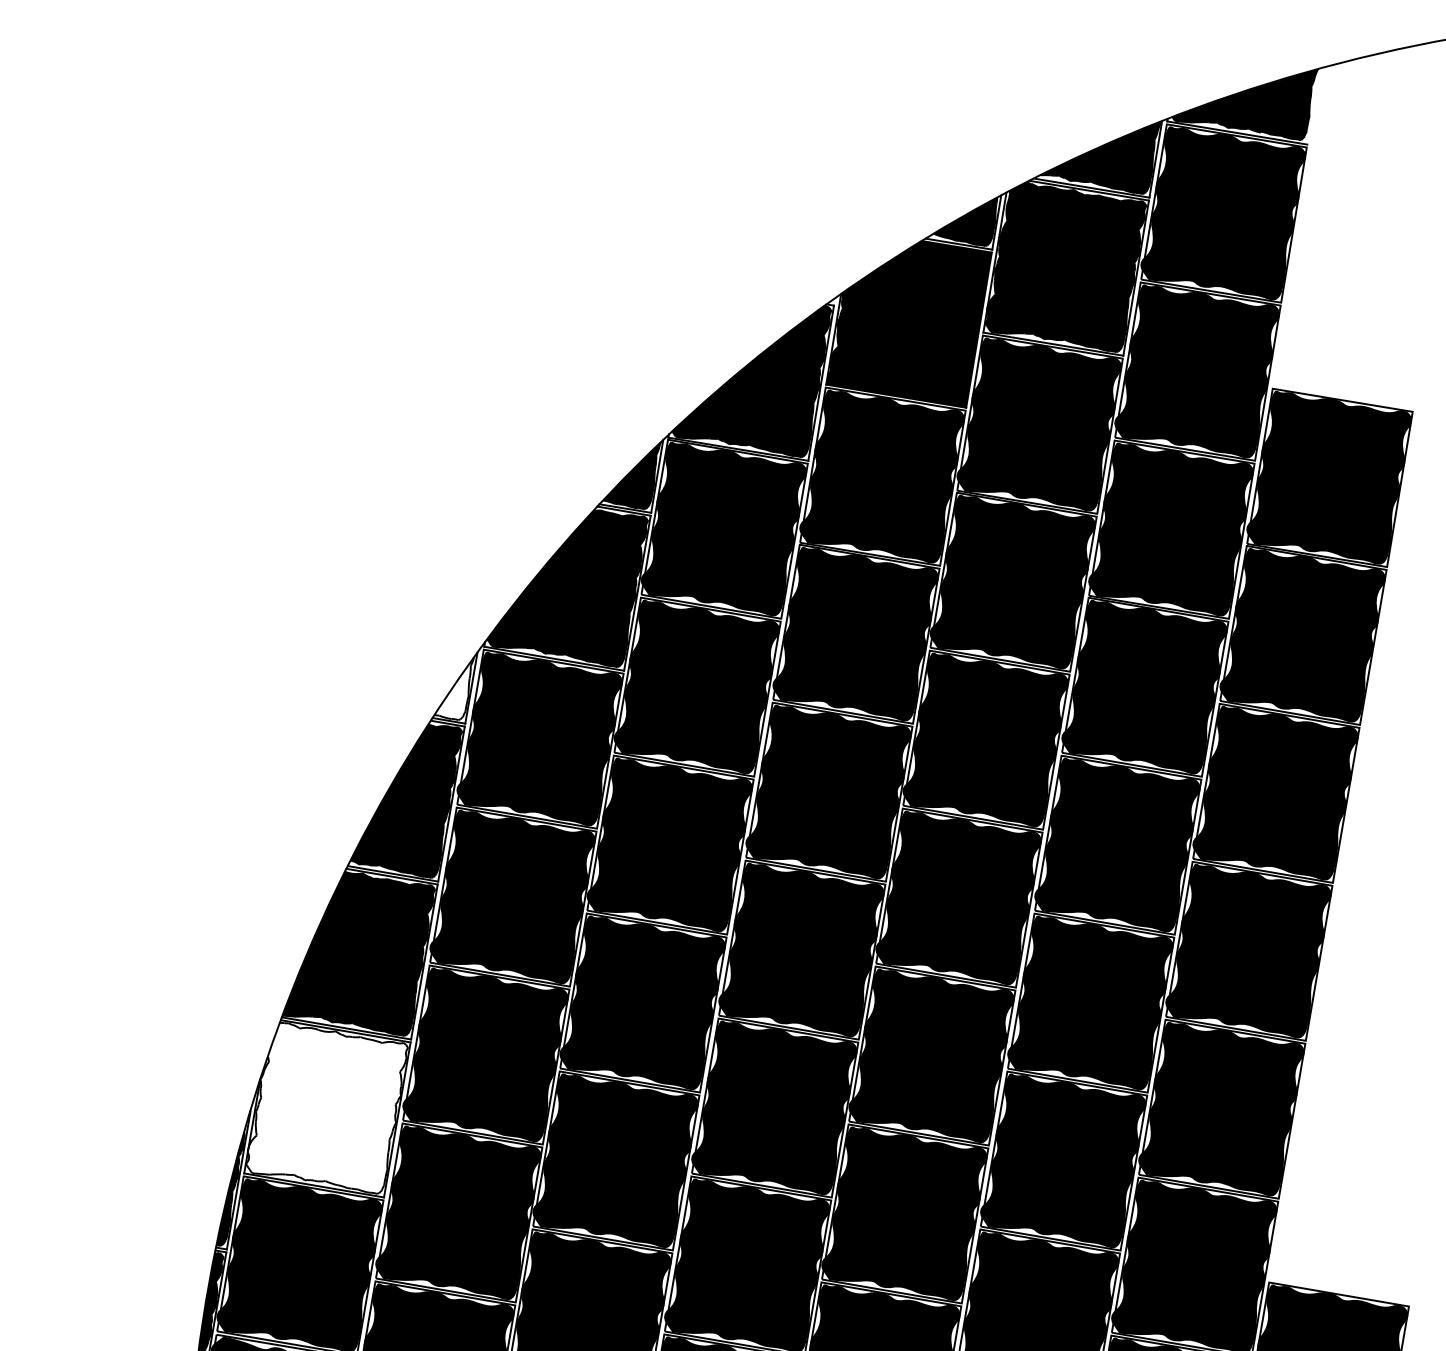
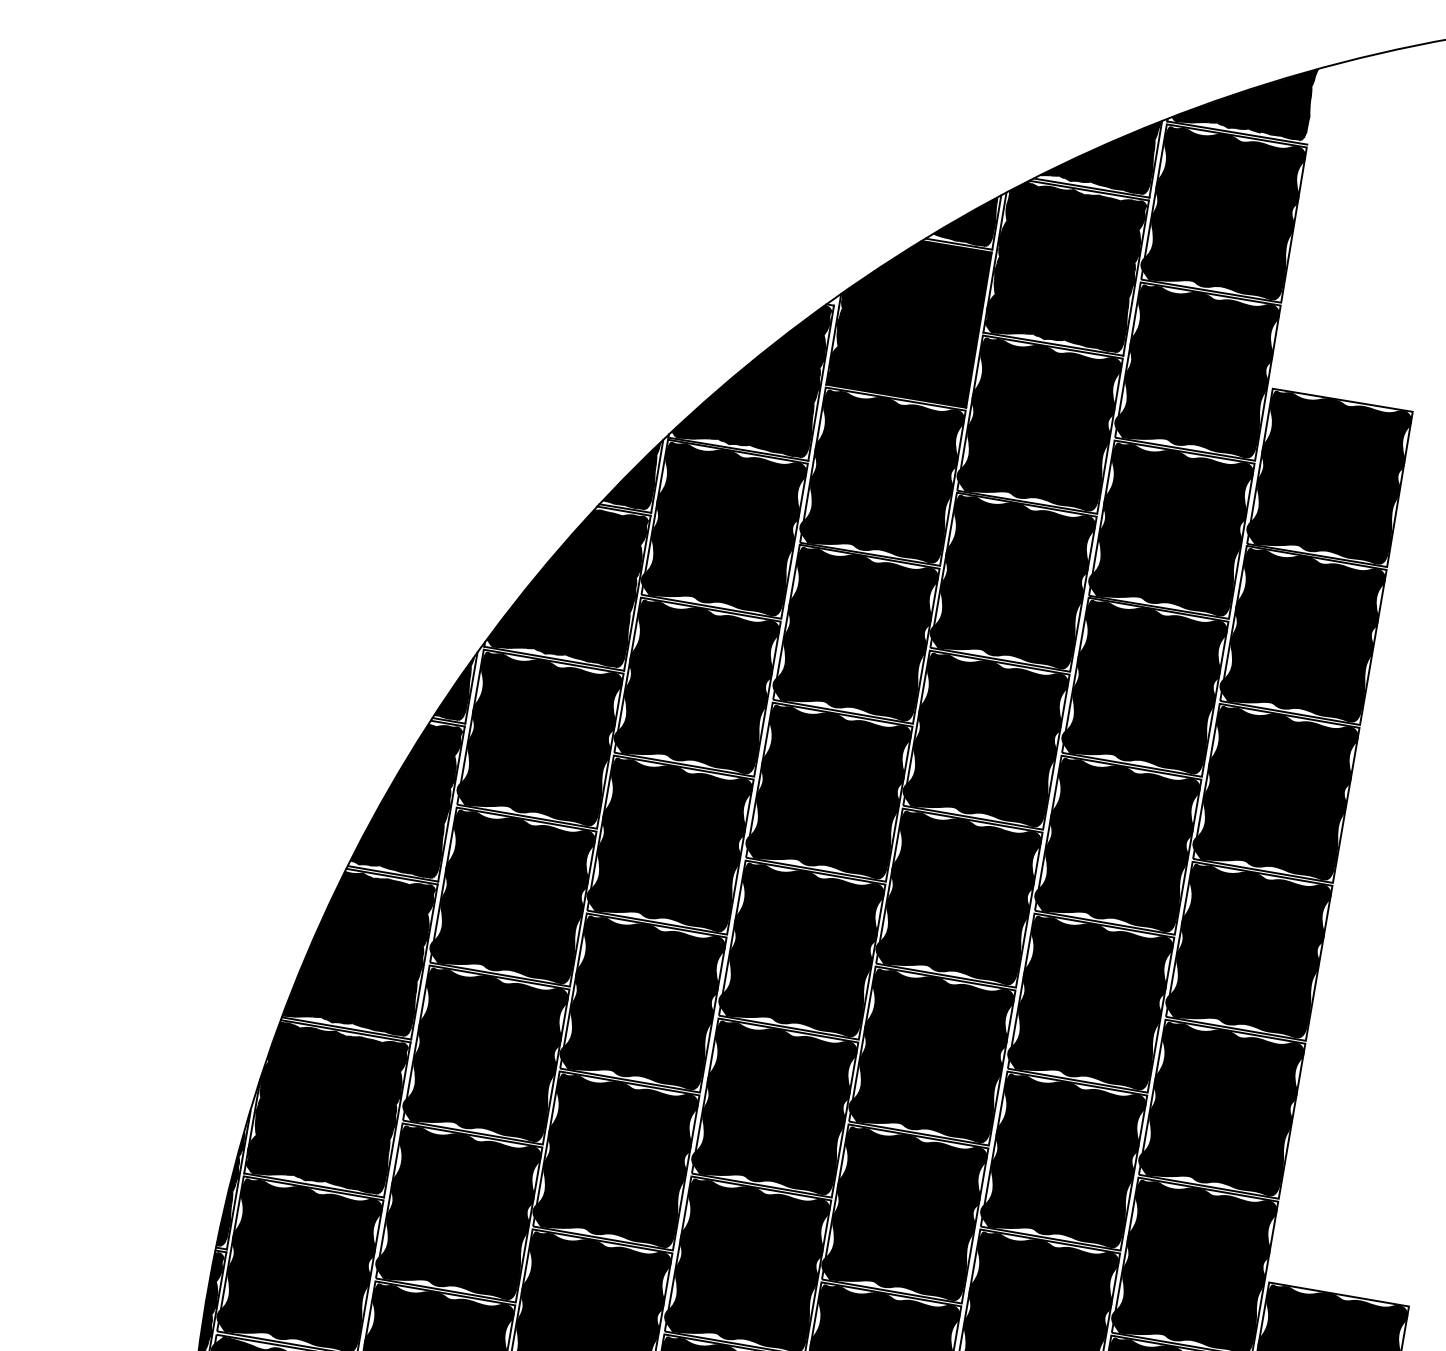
fill at (453, 688): none -> present
fill at (326, 1107): none -> present
